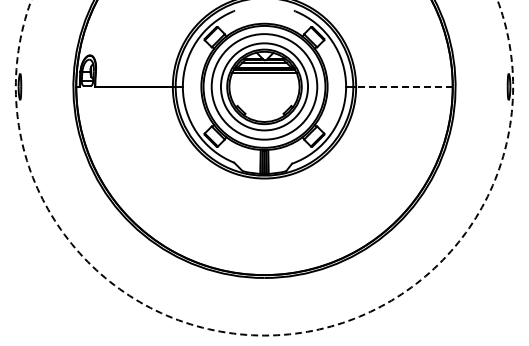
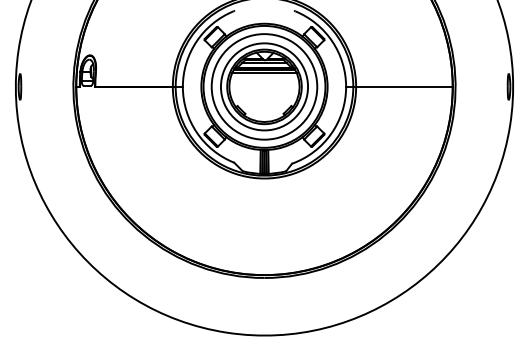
line at (403, 86): dashed -> solid
arc at (261, 335): dashed -> solid
